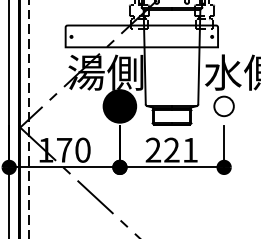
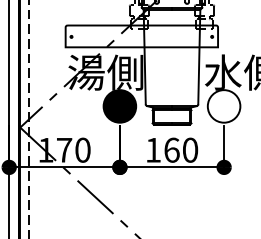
circle at (223, 106) diameter: 20 px -> 33 px
text at (171, 149): 221 -> 160
